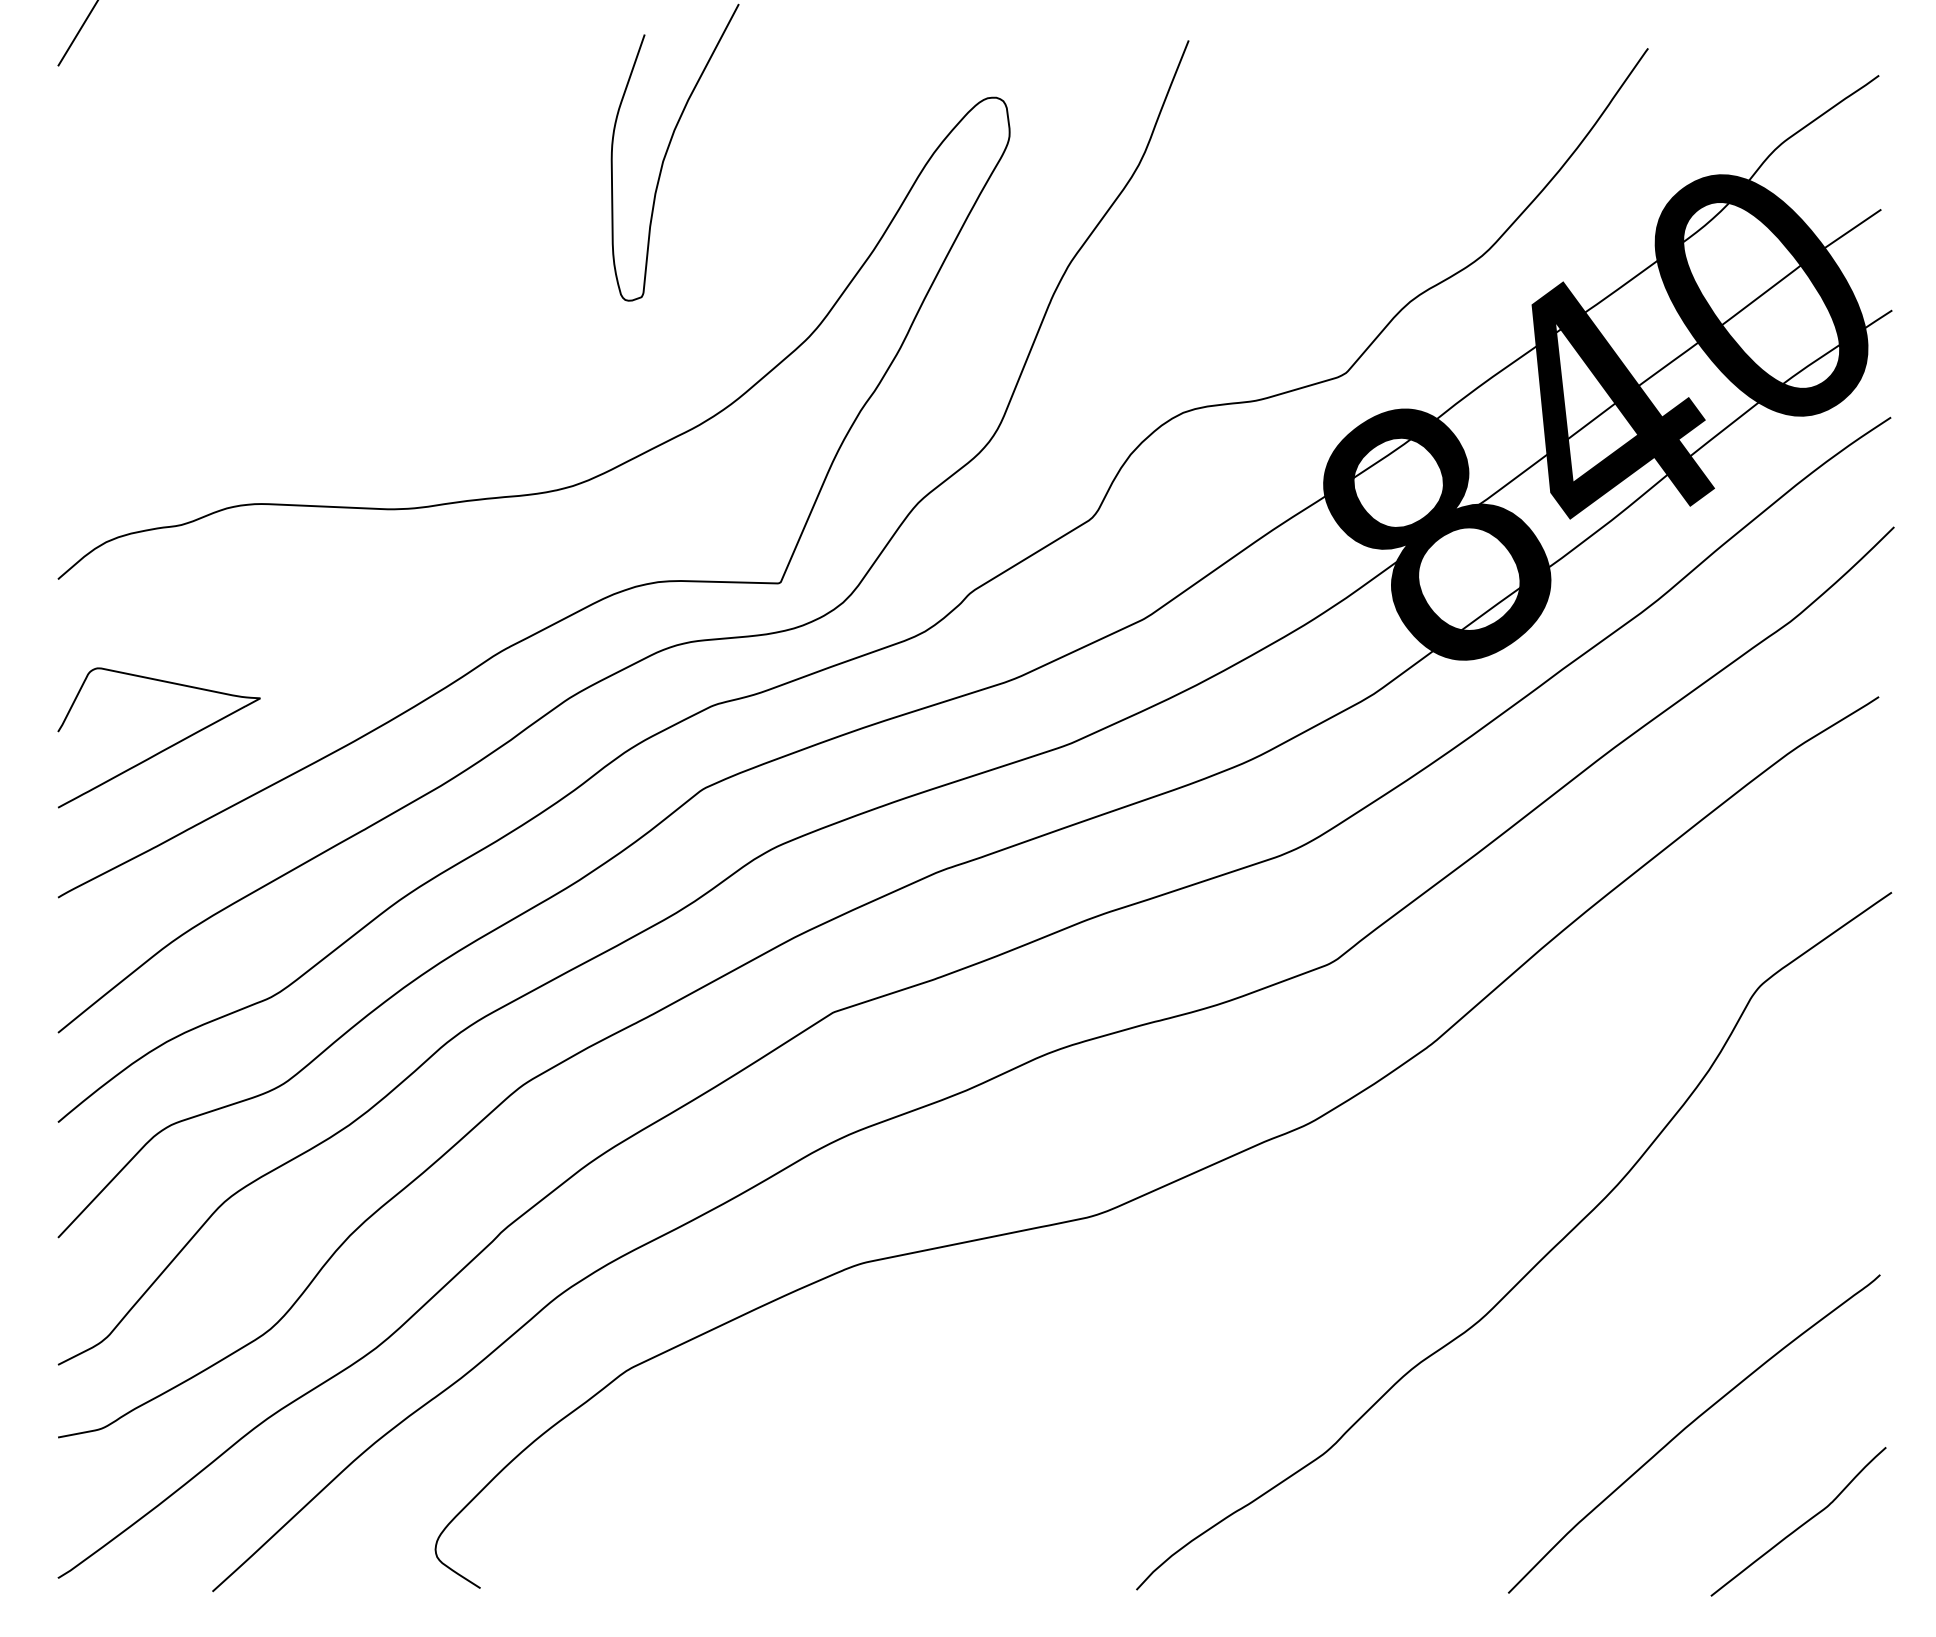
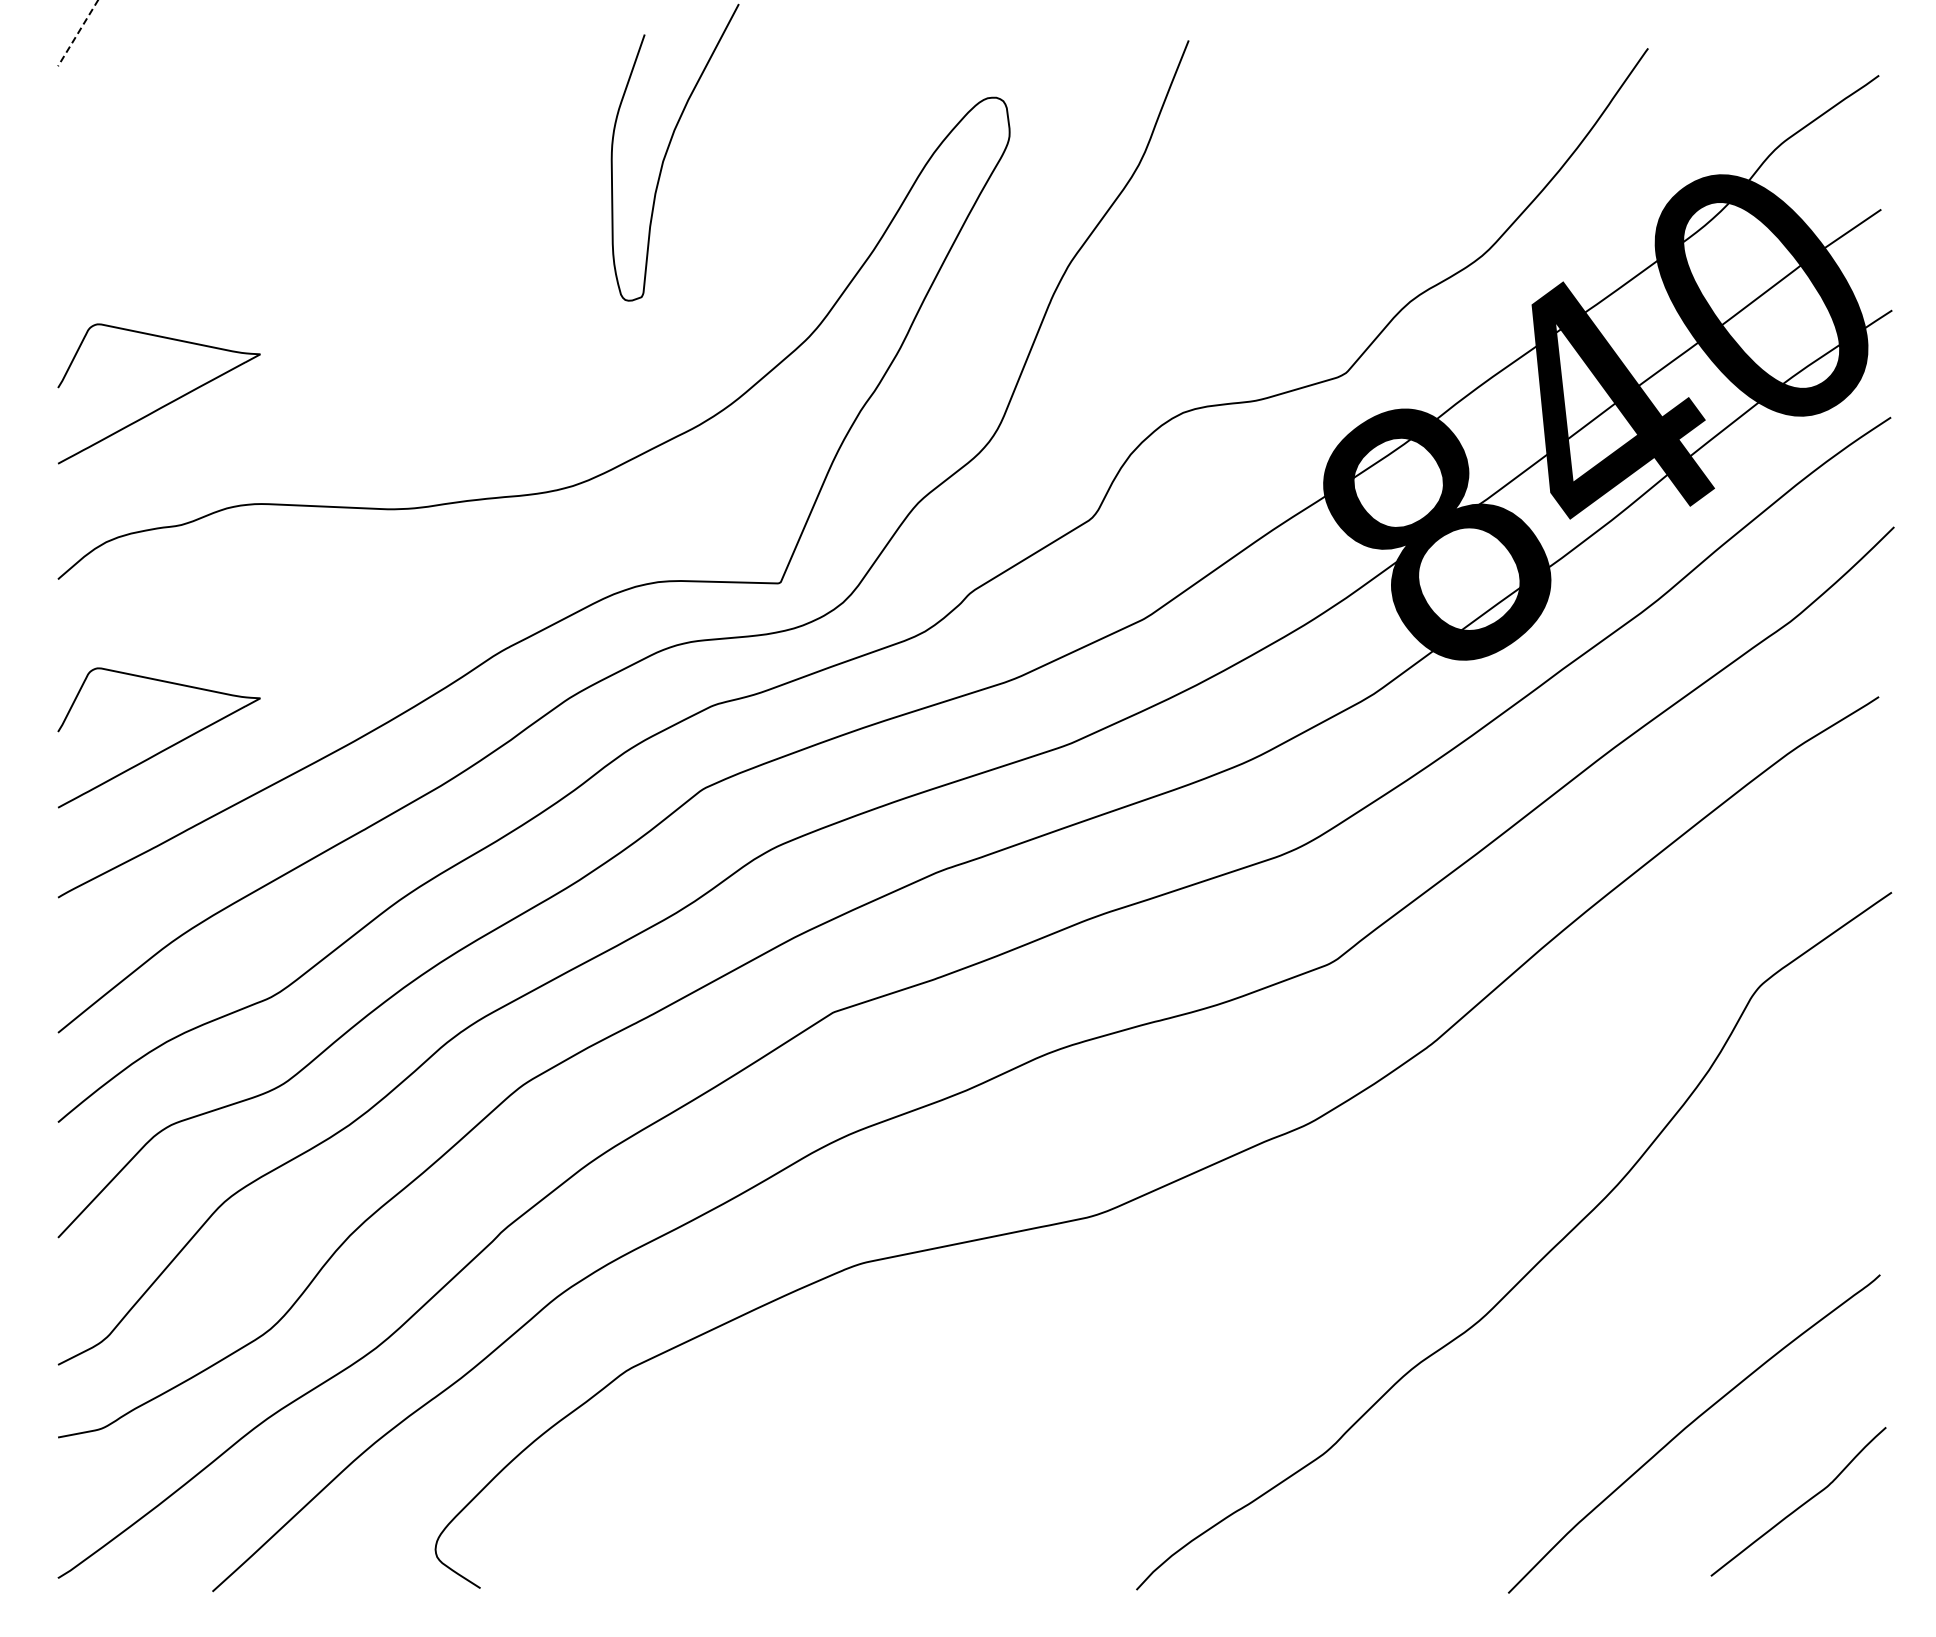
line at (77, 33): solid -> dashed
curve at (163, 405): none -> present
curve at (1801, 1524) position: (1801, 1524) -> (1801, 1504)
